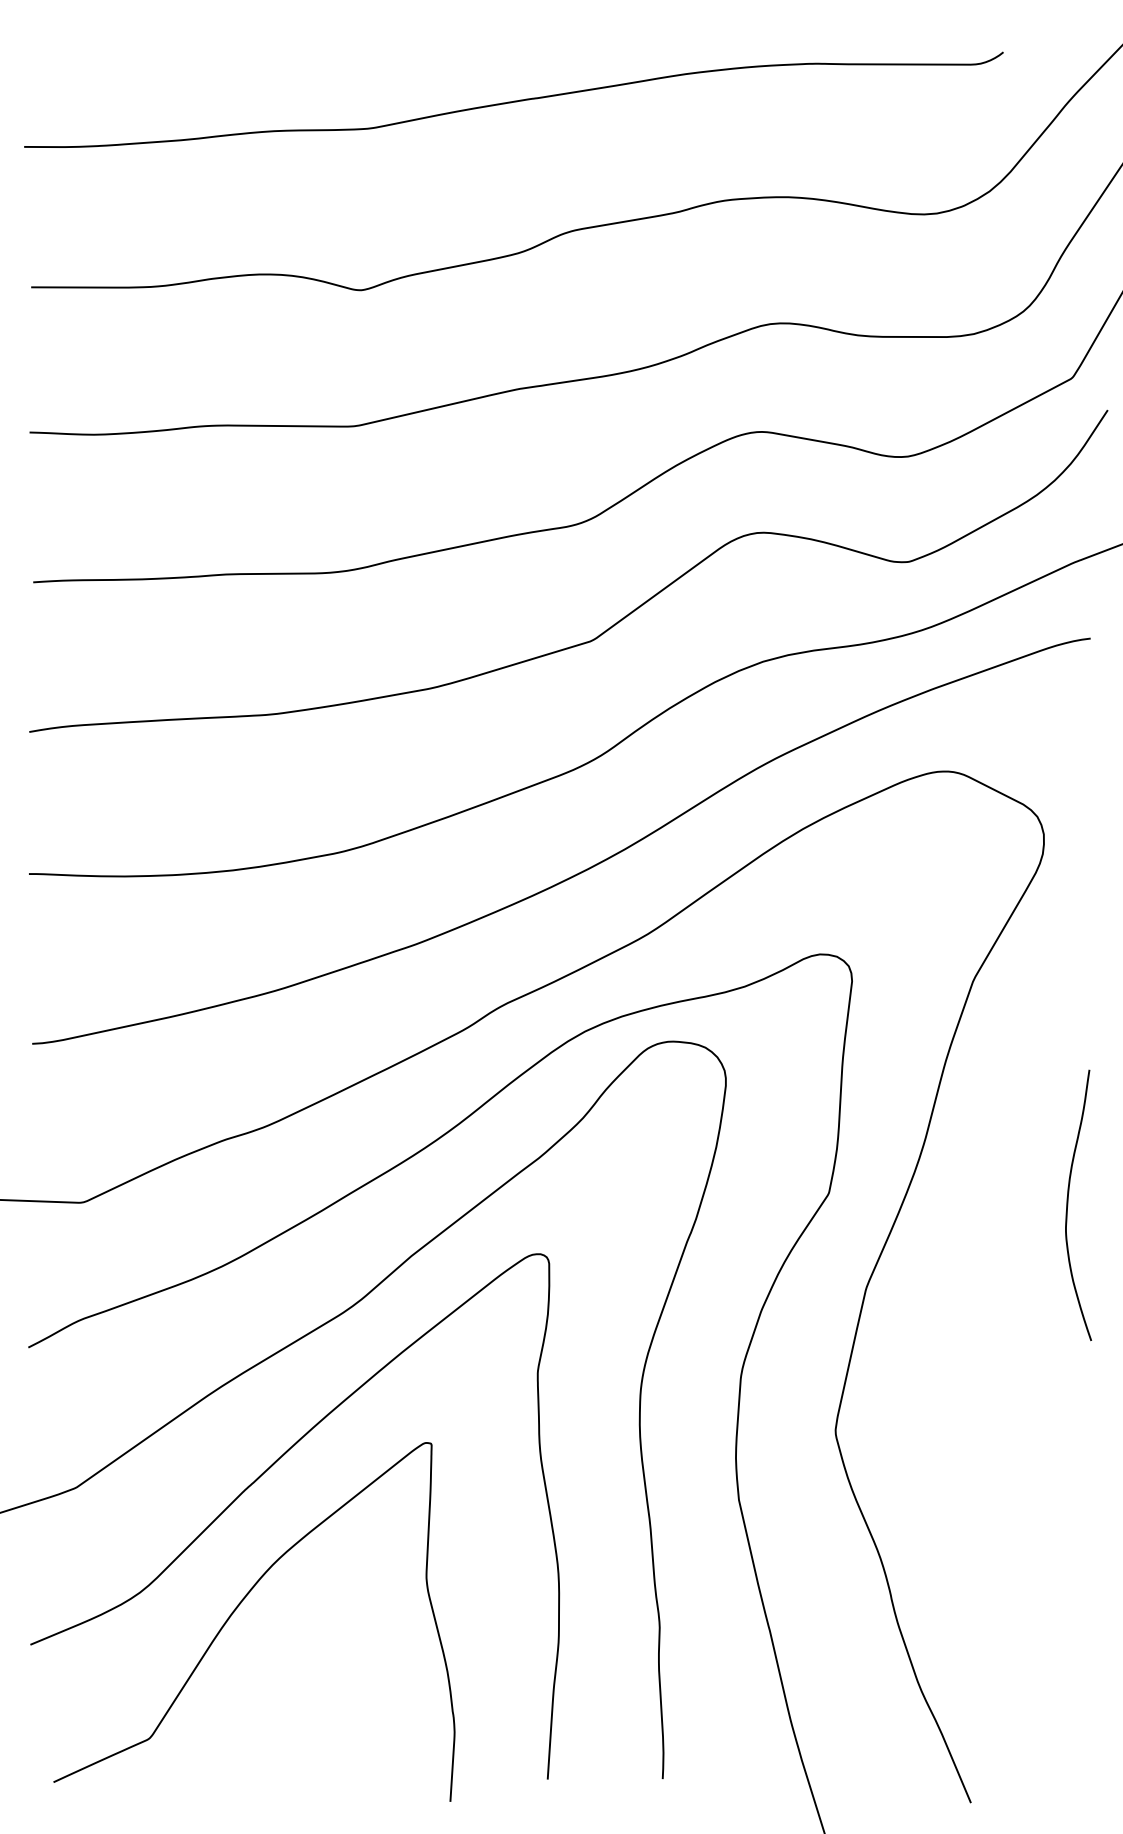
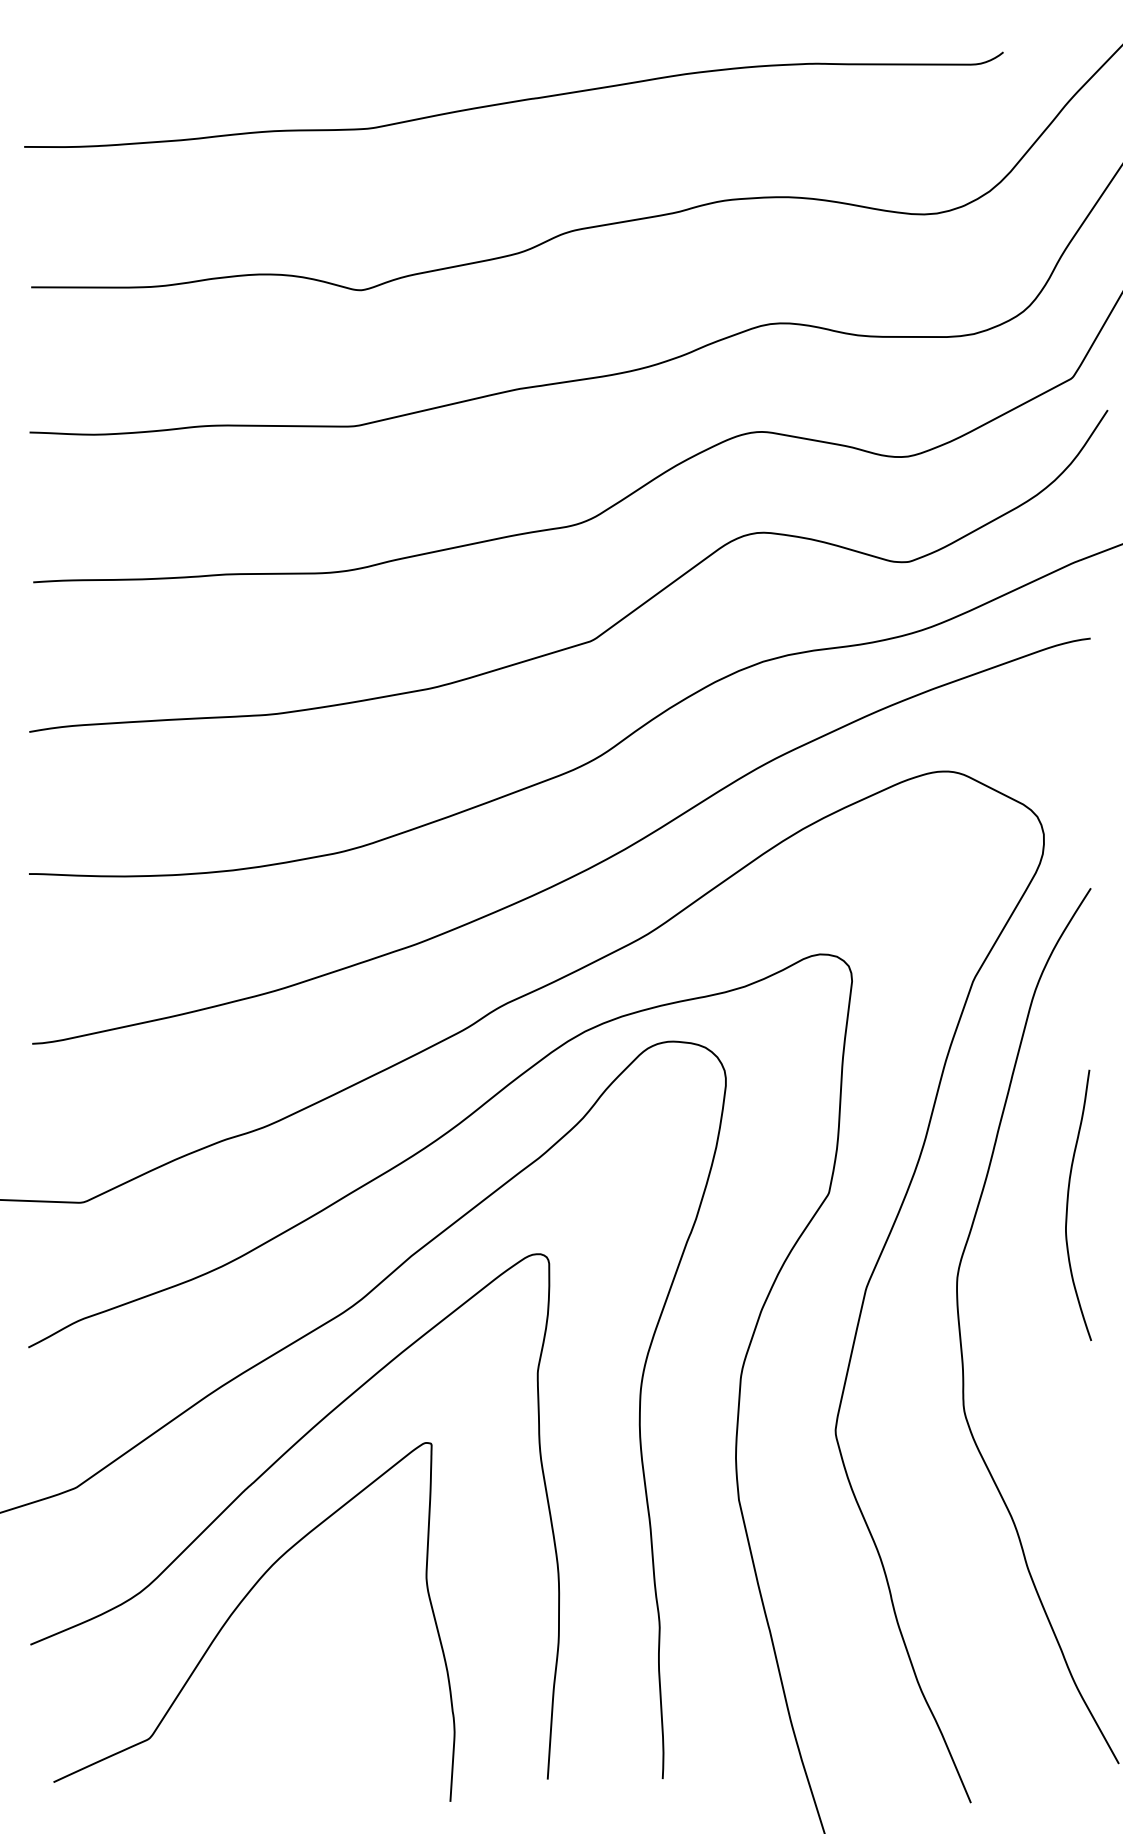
curve at (961, 1336): none -> present
